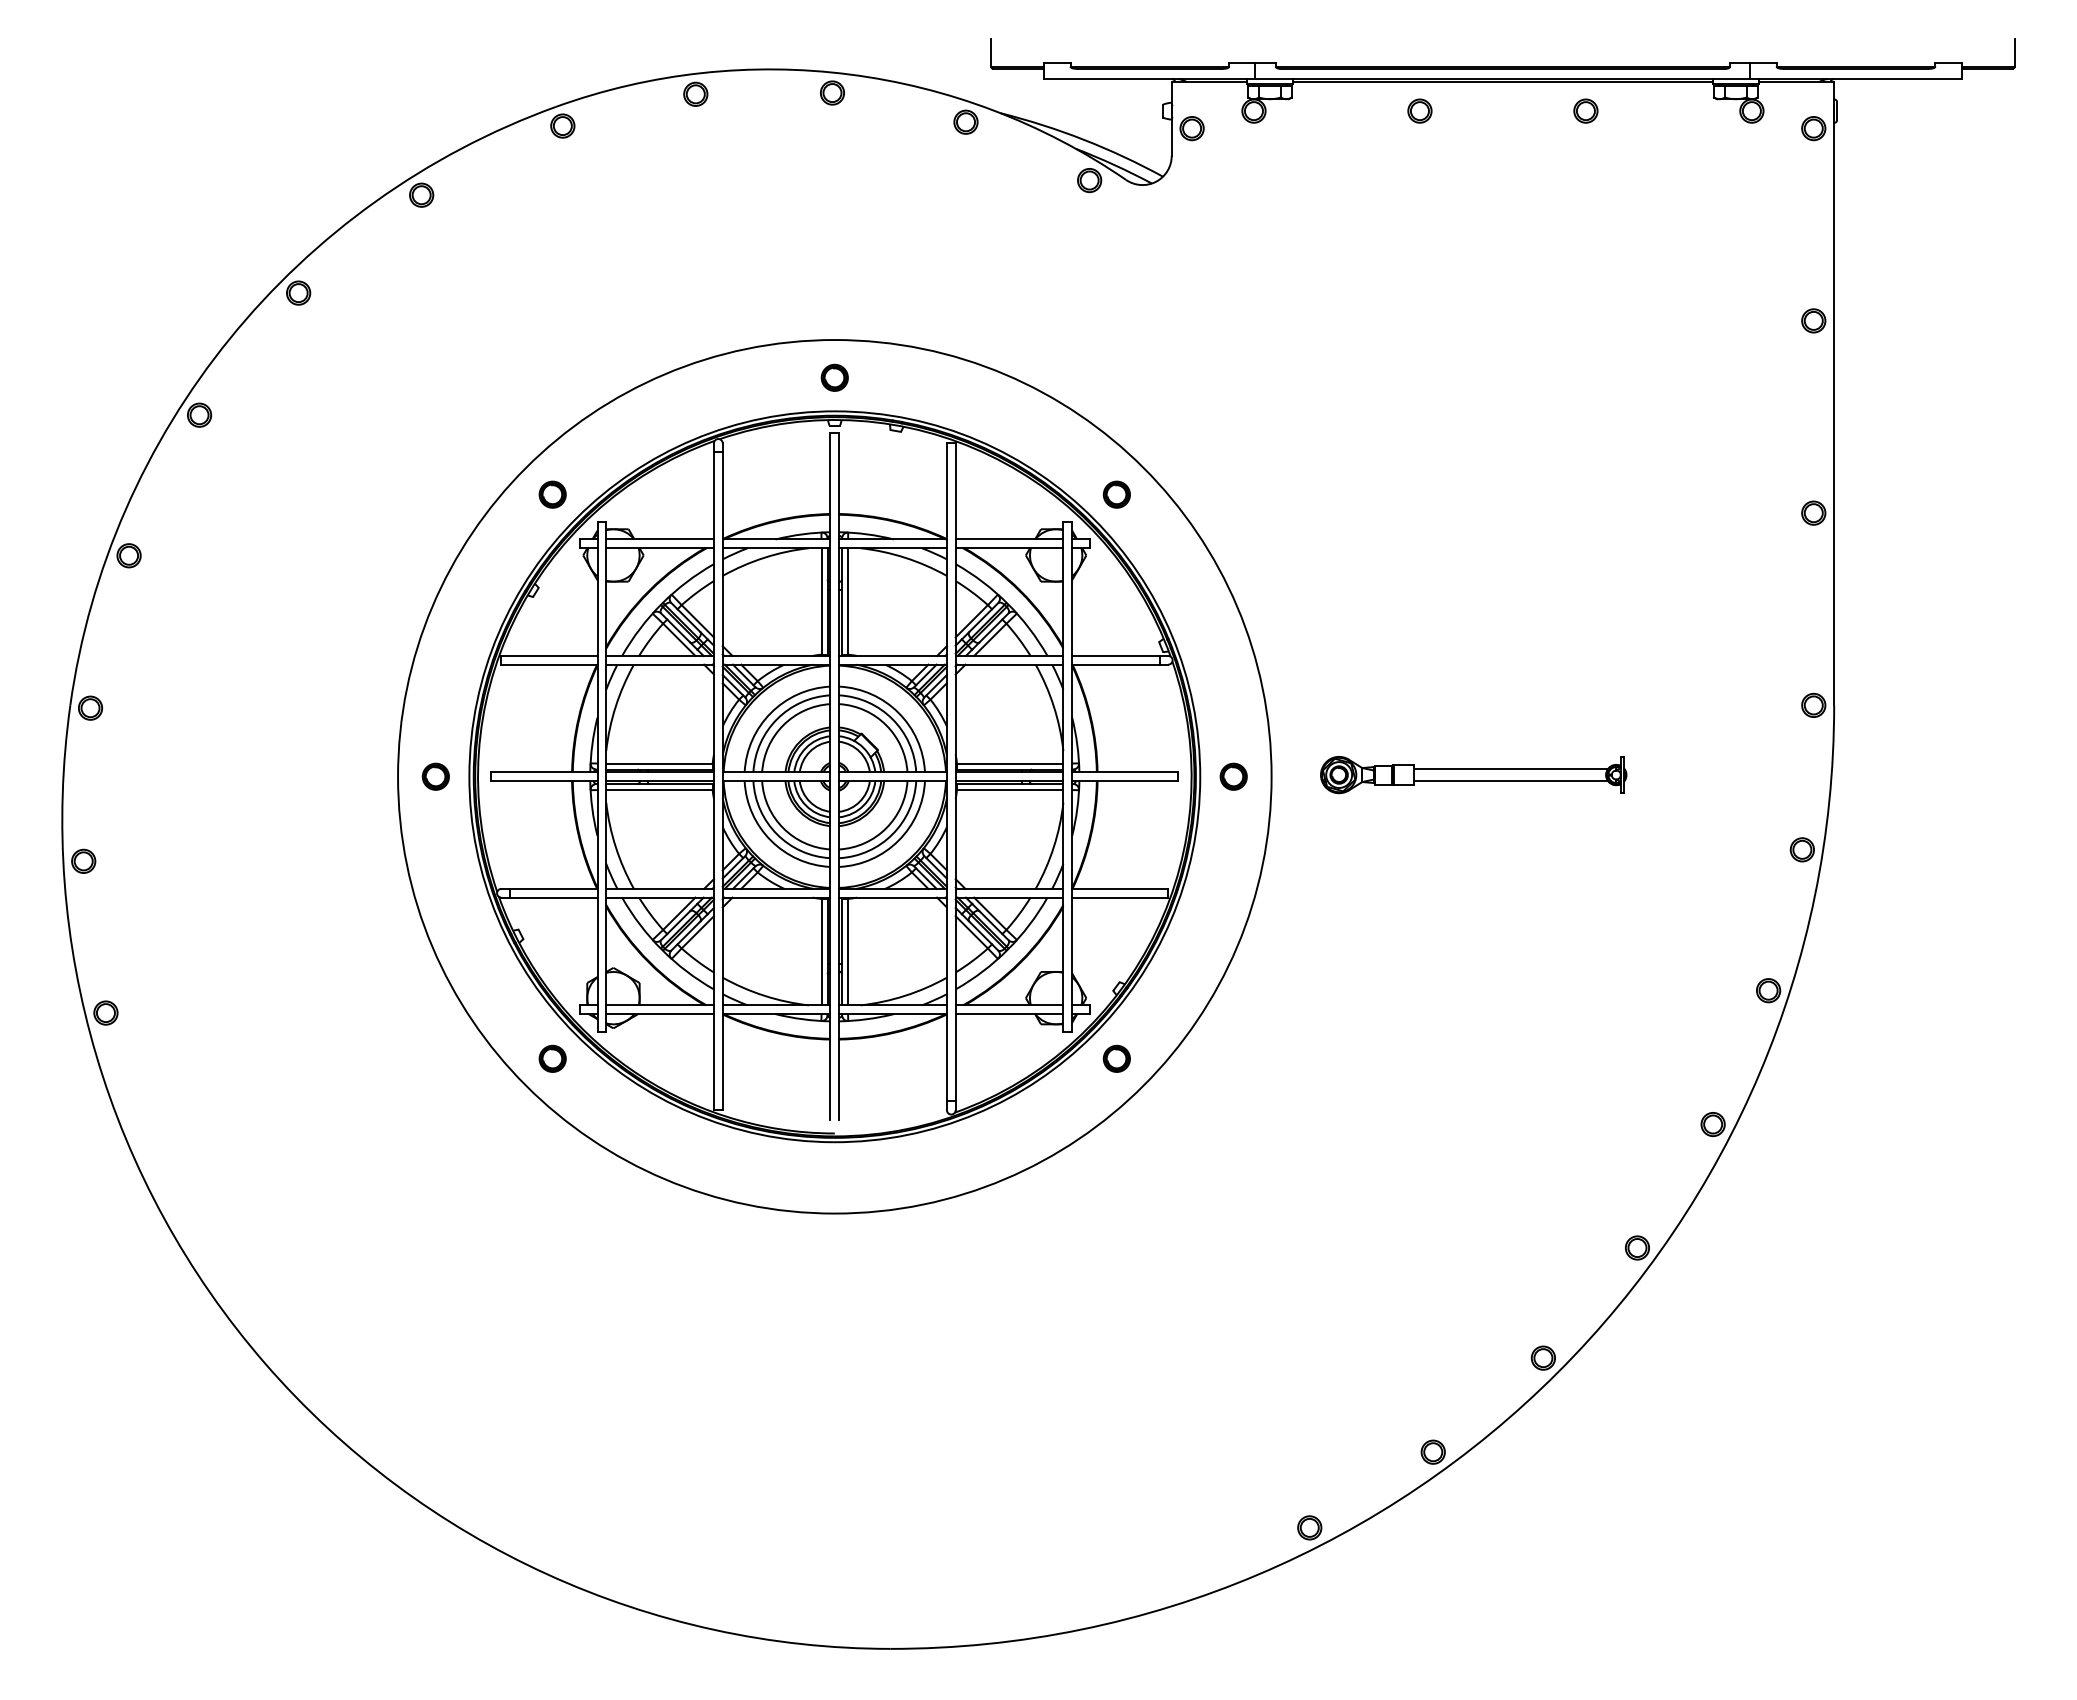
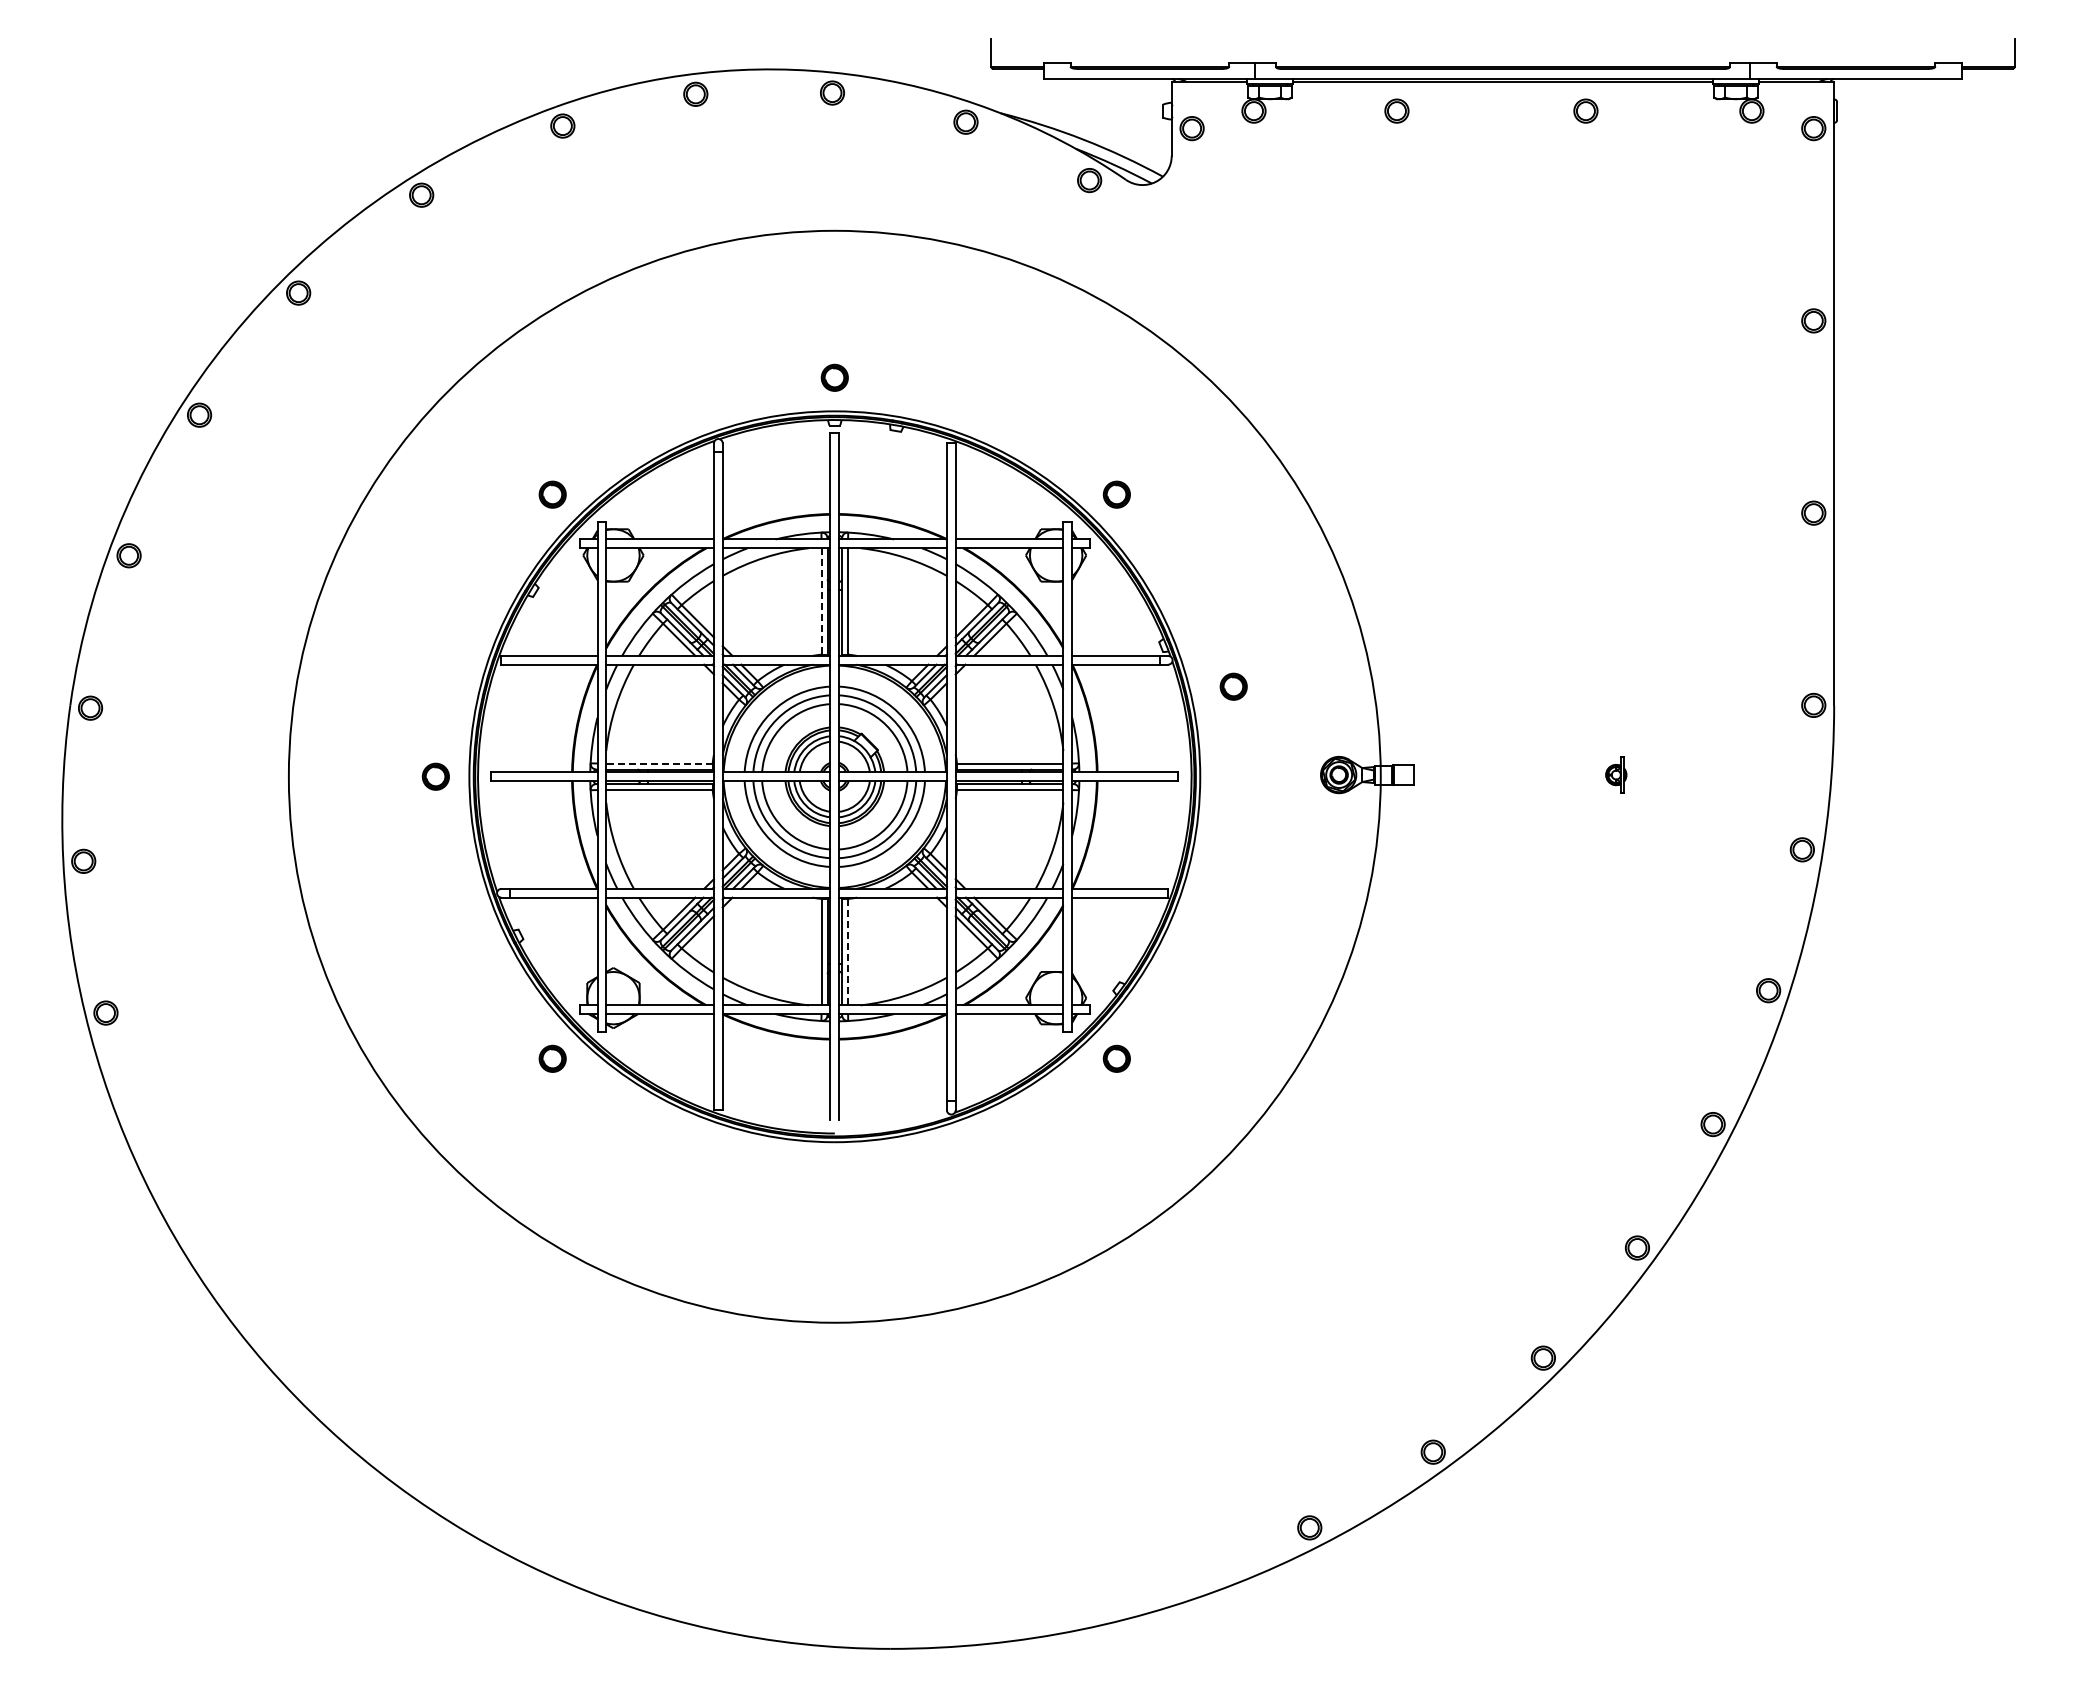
part at (1419, 110) position: (1419, 110) -> (1396, 110)
line at (821, 601): solid -> dashed
line at (658, 763): solid -> dashed
line at (1510, 769): present -> none
circle at (834, 776) diameter: 874 px -> 1092 px
part at (1233, 776) position: (1233, 776) -> (1233, 686)
line at (1510, 780): present -> none
line at (847, 951): solid -> dashed
